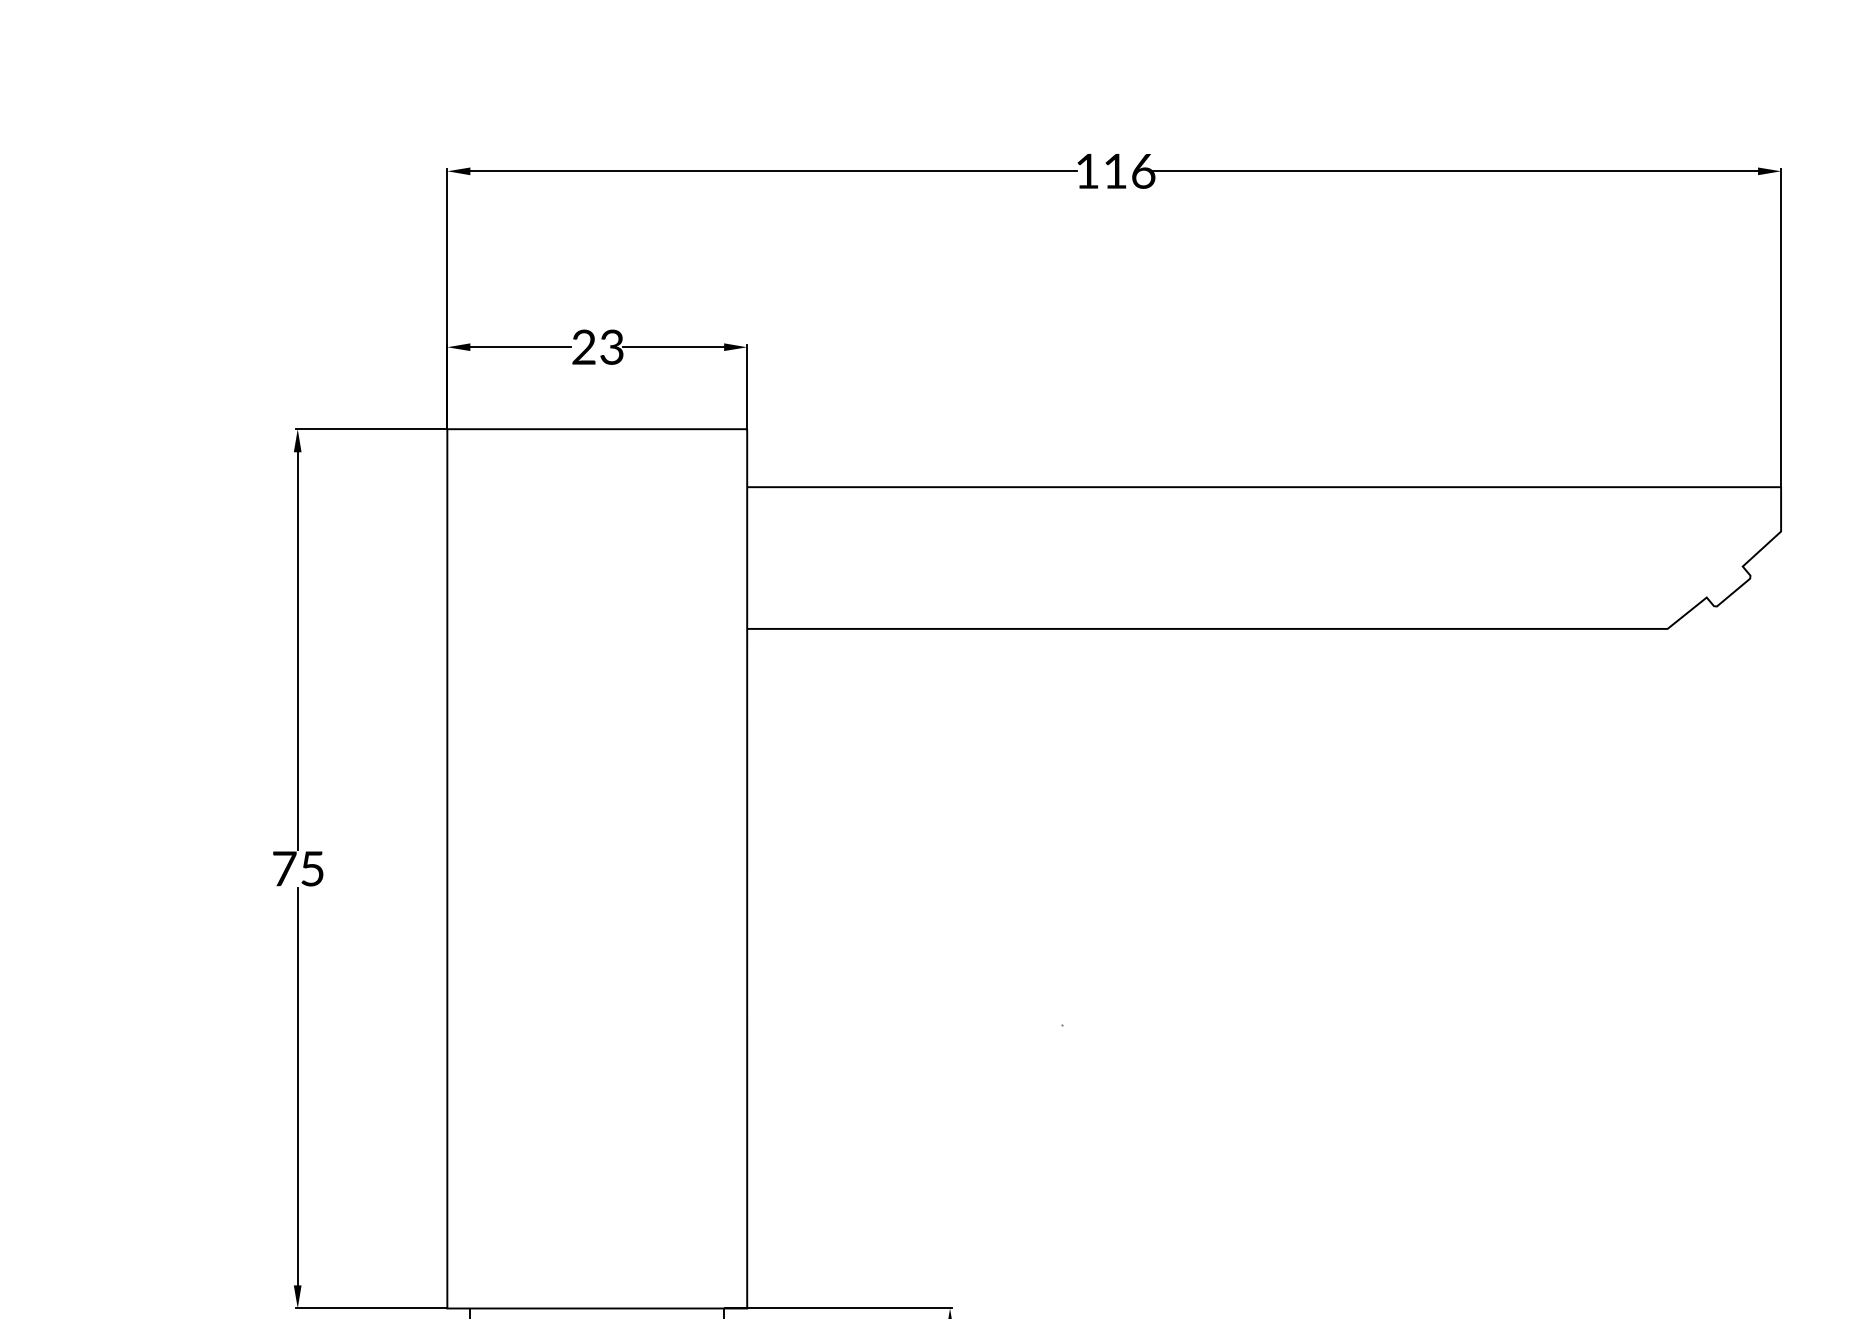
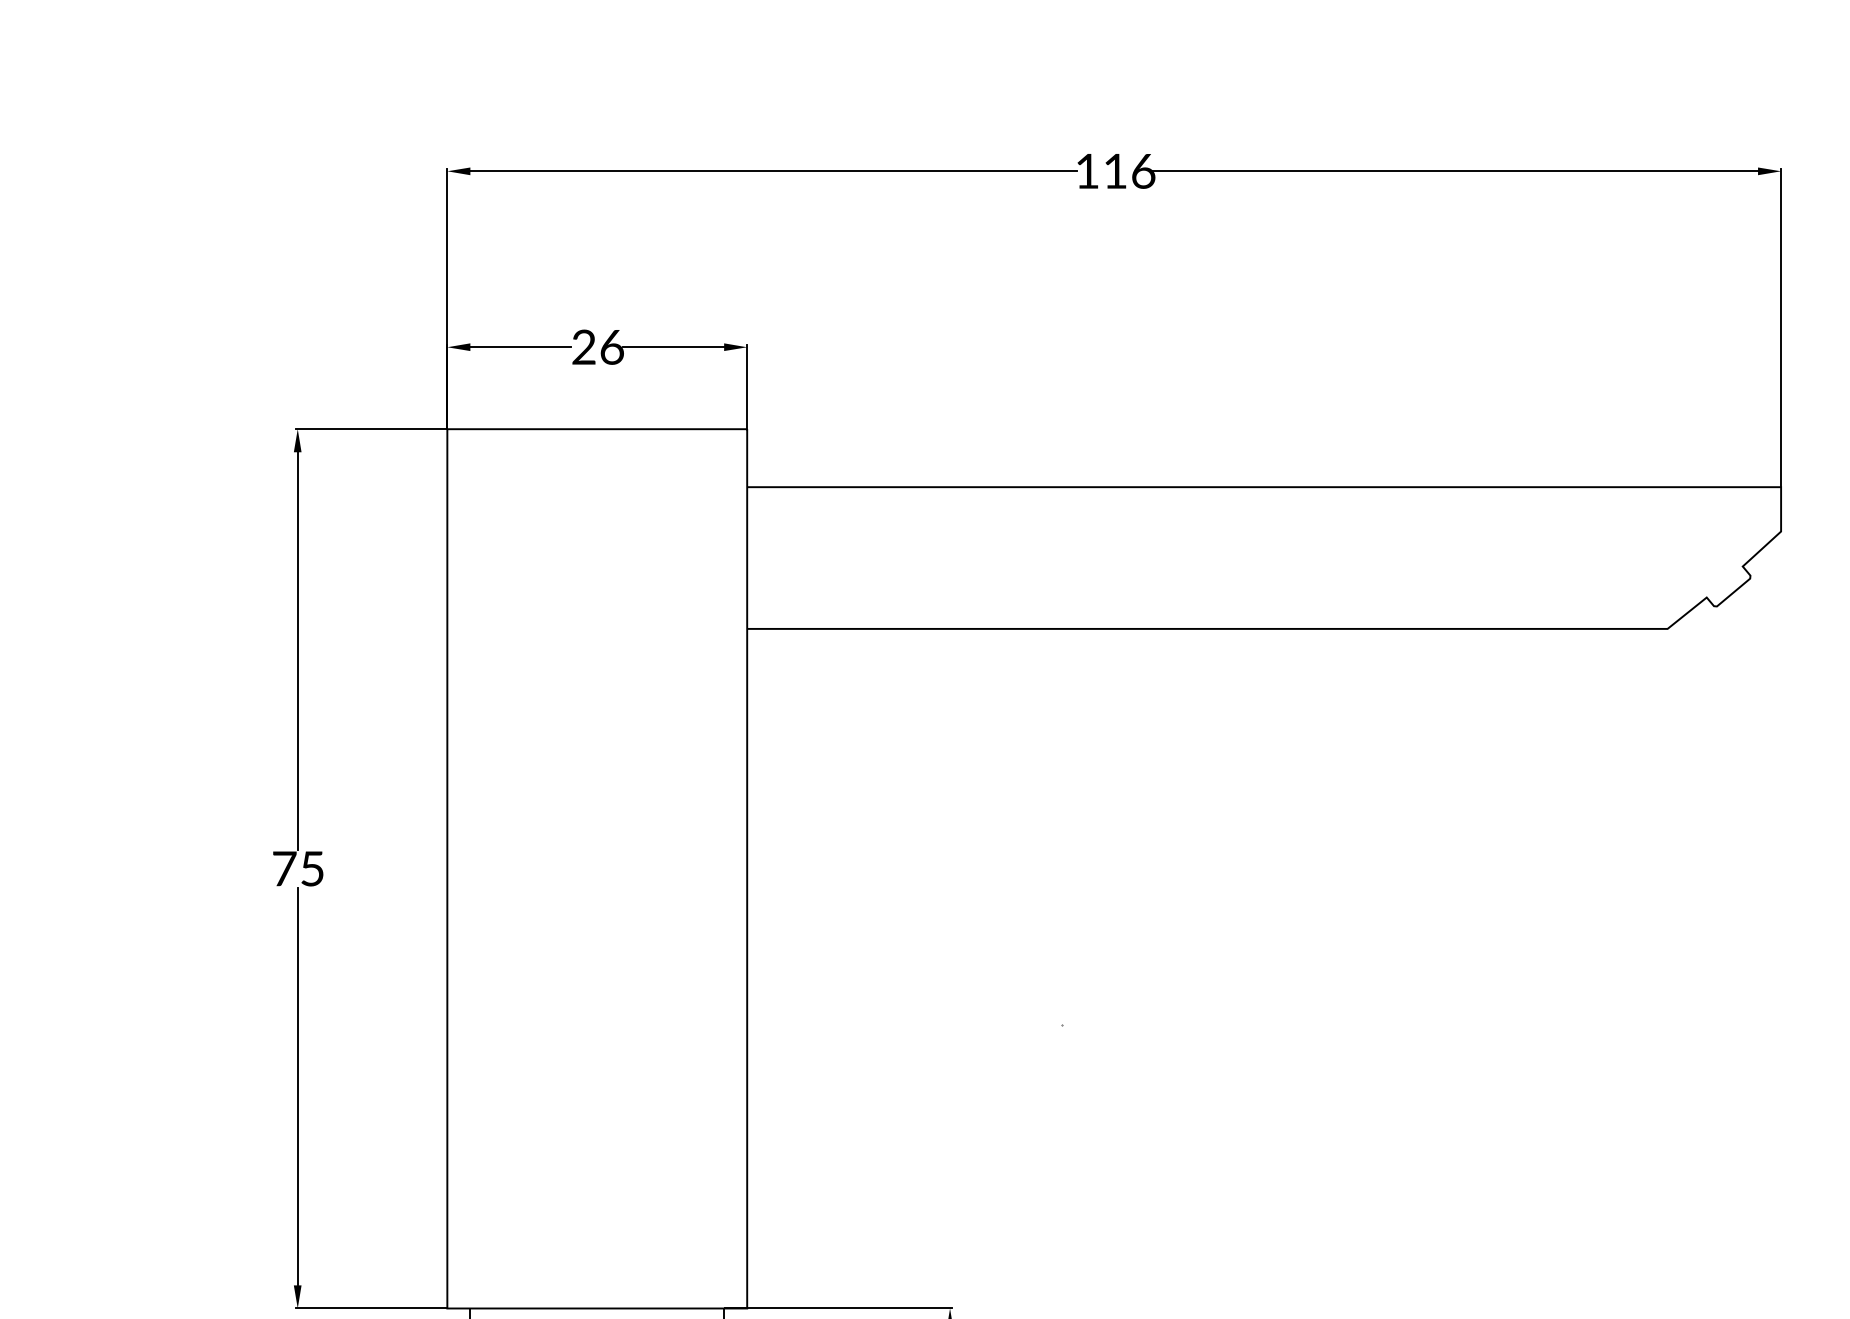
text at (611, 346): 23 -> 26
